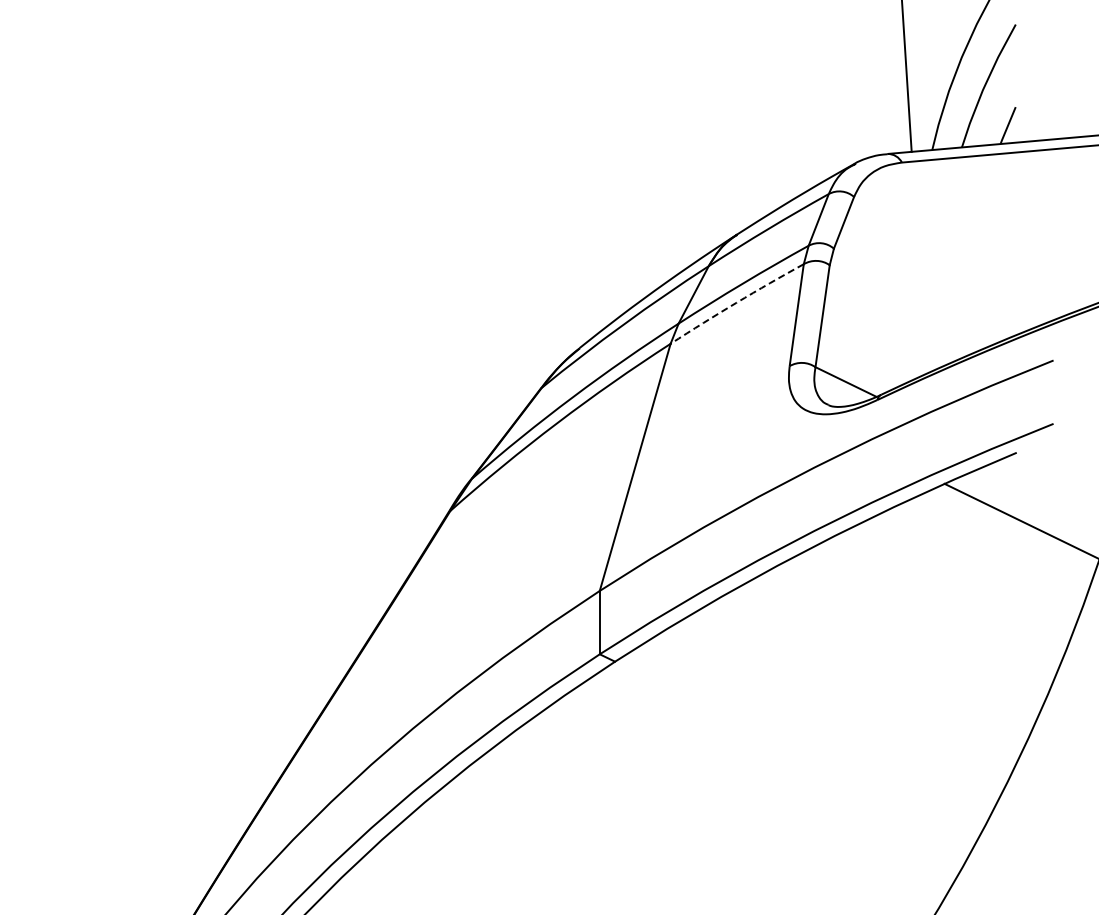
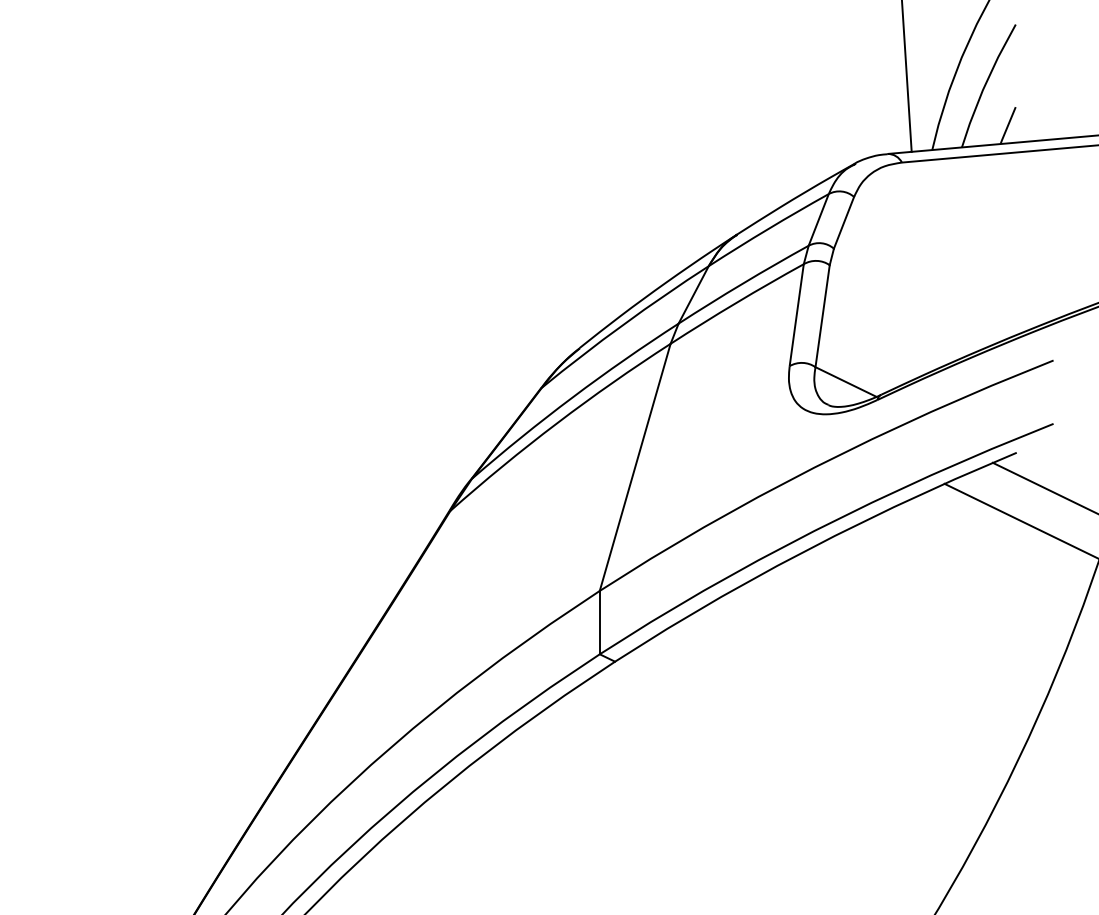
arc at (736, 302): dashed -> solid
line at (1043, 487): none -> present
